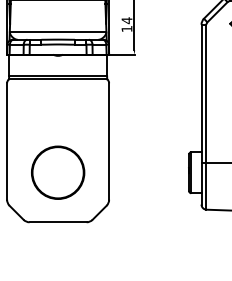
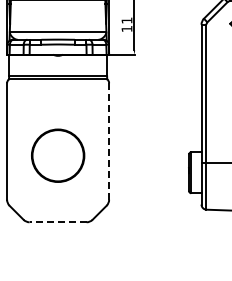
text at (126, 20): 14 -> 11
line at (109, 142): solid -> dashed
circle at (58, 172) position: (58, 172) -> (58, 155)
line at (57, 222): solid -> dashed
